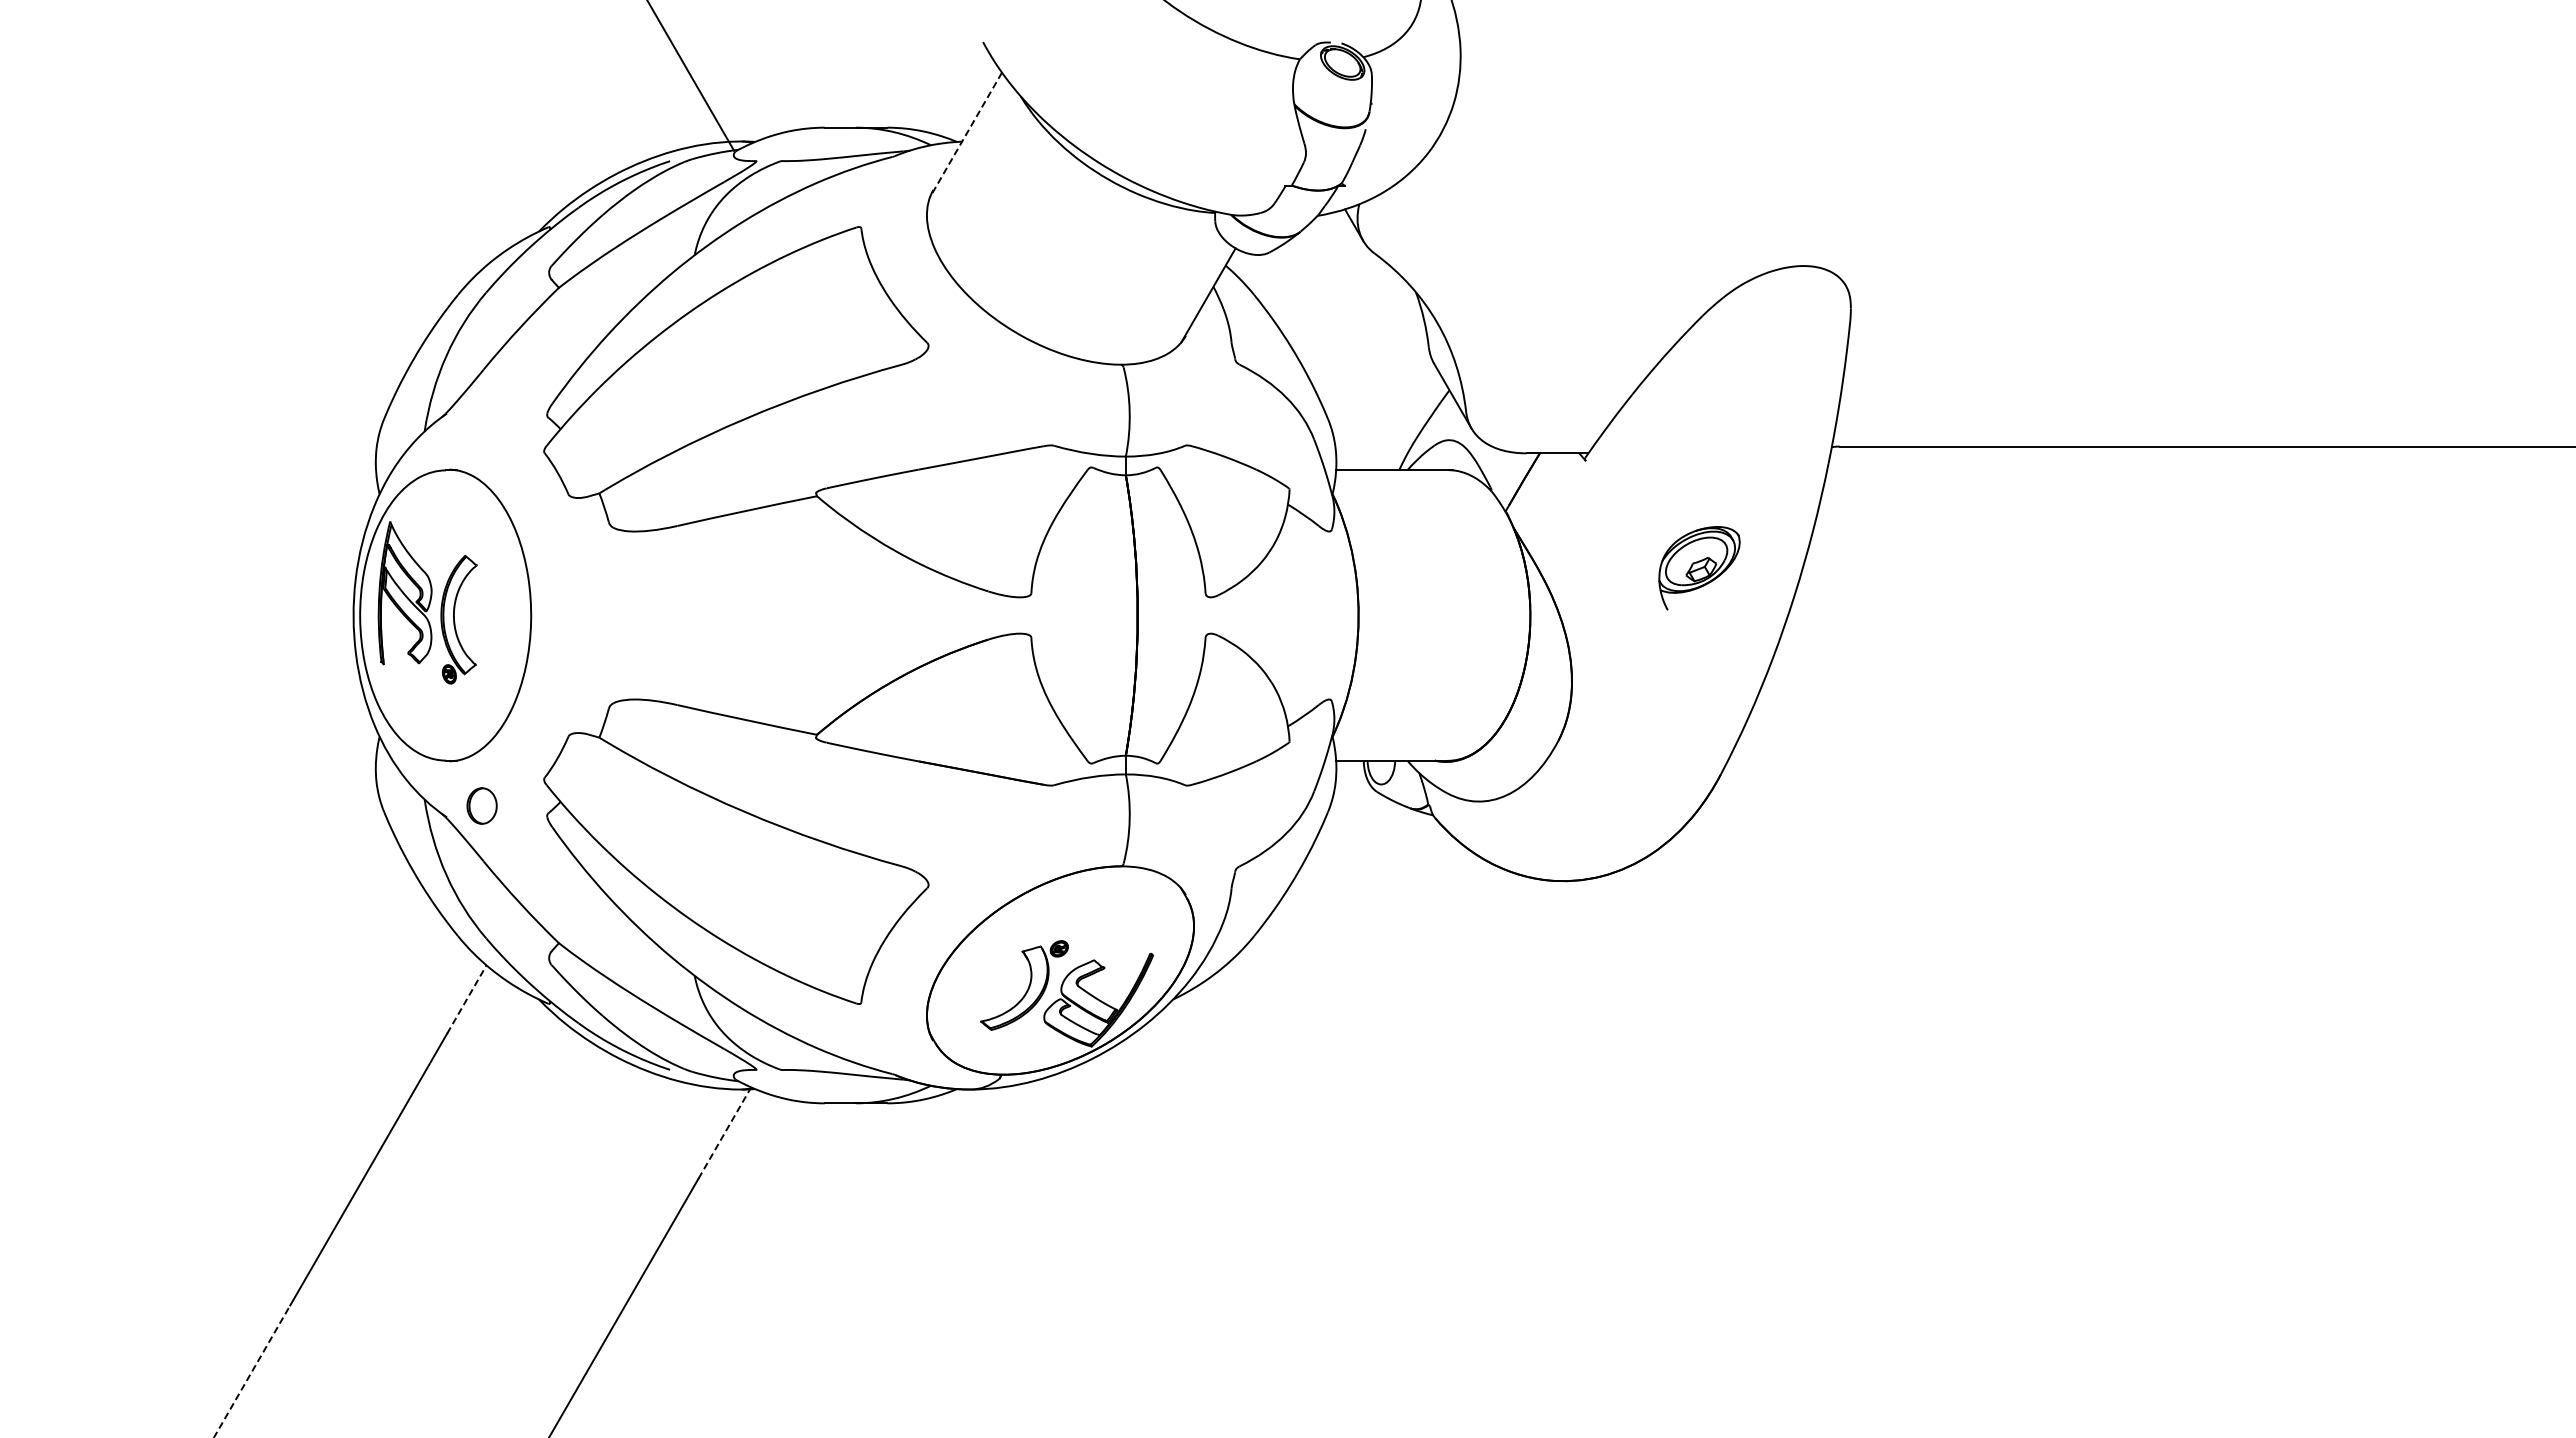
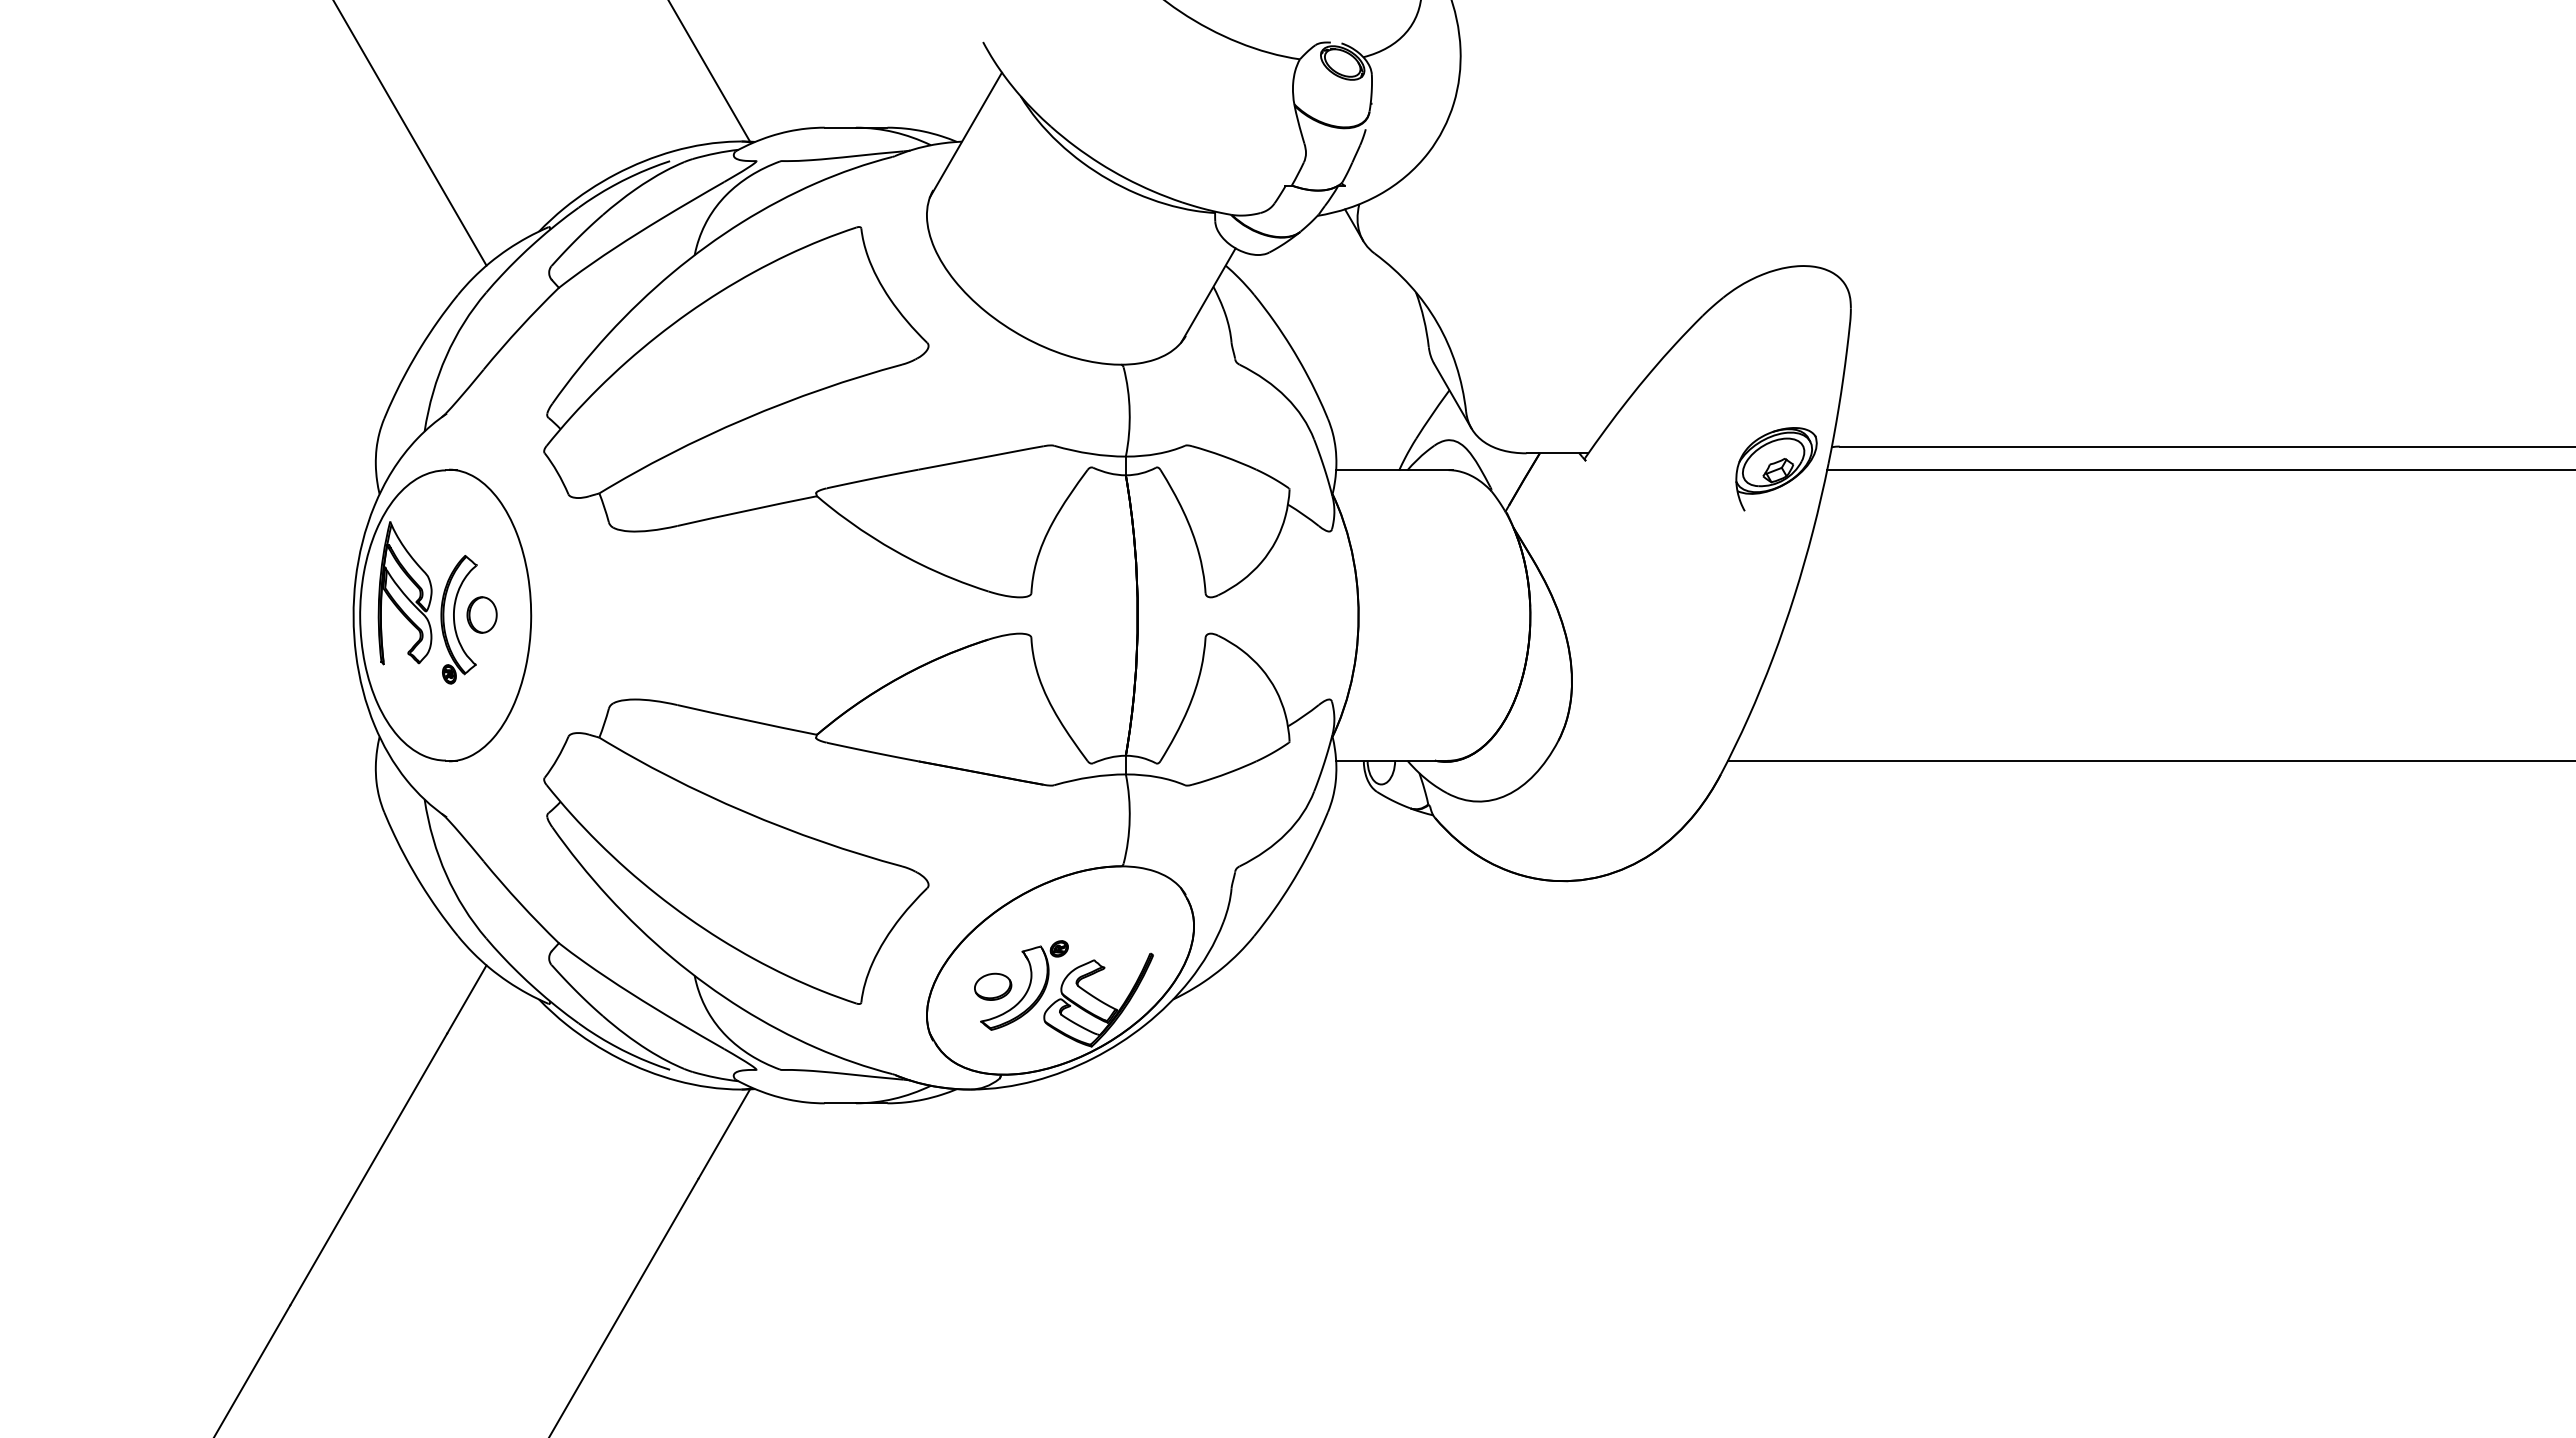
line at (691, 76) position: (691, 76) -> (709, 71)
line at (410, 133): none -> present
line at (965, 135): dashed -> solid
line at (2199, 470): none -> present
part at (1699, 568) position: (1699, 568) -> (1776, 469)
line at (2150, 760): none -> present
part at (481, 805) position: (481, 805) -> (481, 614)
part at (993, 986): none -> present
line at (467, 999): dashed -> solid
line at (724, 1134): dashed -> solid
line at (252, 1371): dashed -> solid
